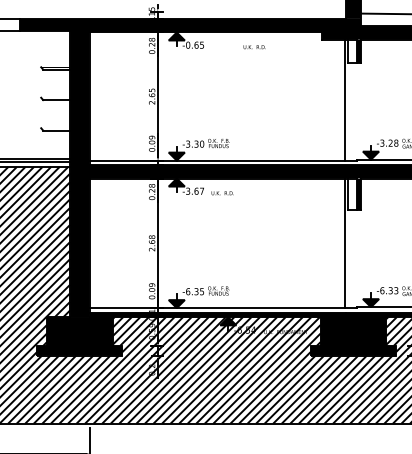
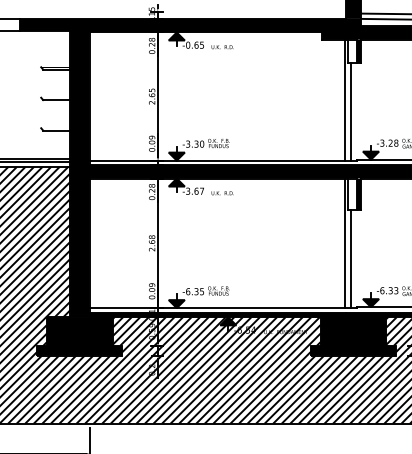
line at (384, 18): none -> present
text at (254, 47) position: (254, 47) -> (222, 47)
line at (351, 111): none -> present
line at (351, 259): none -> present
